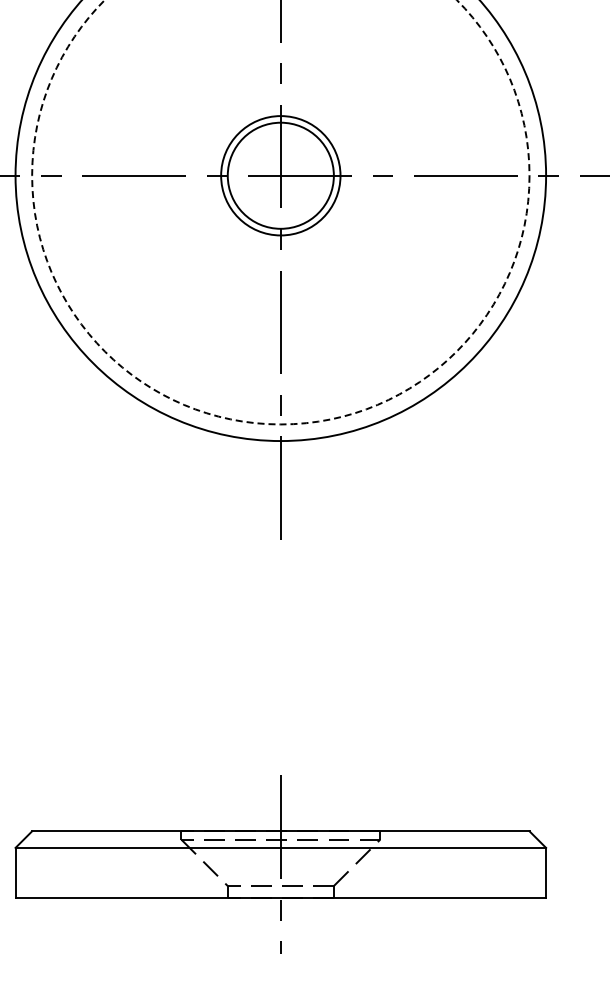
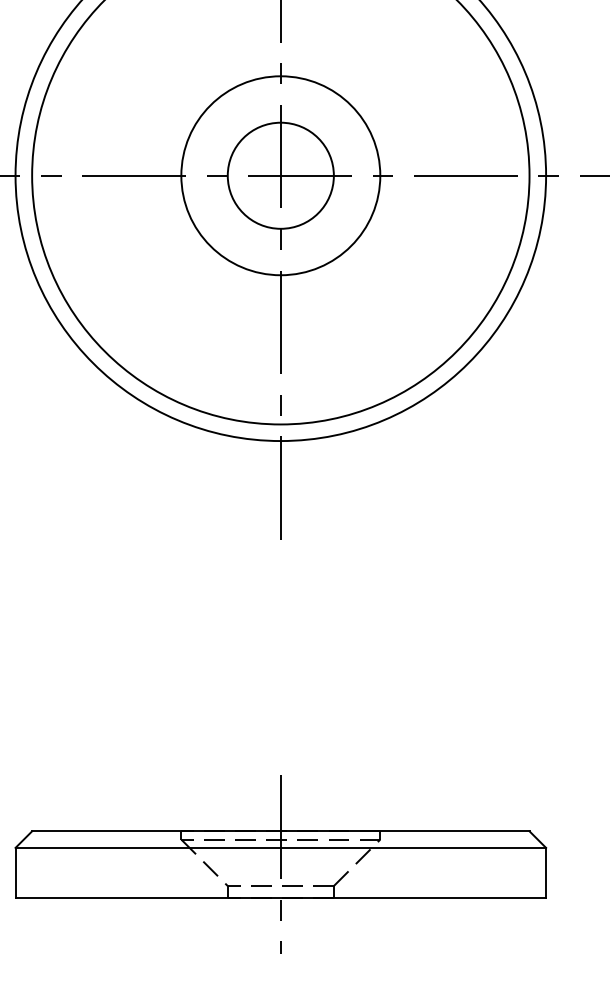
circle at (280, 175) diameter: 119 px -> 199 px
circle at (280, 212): dashed -> solid
